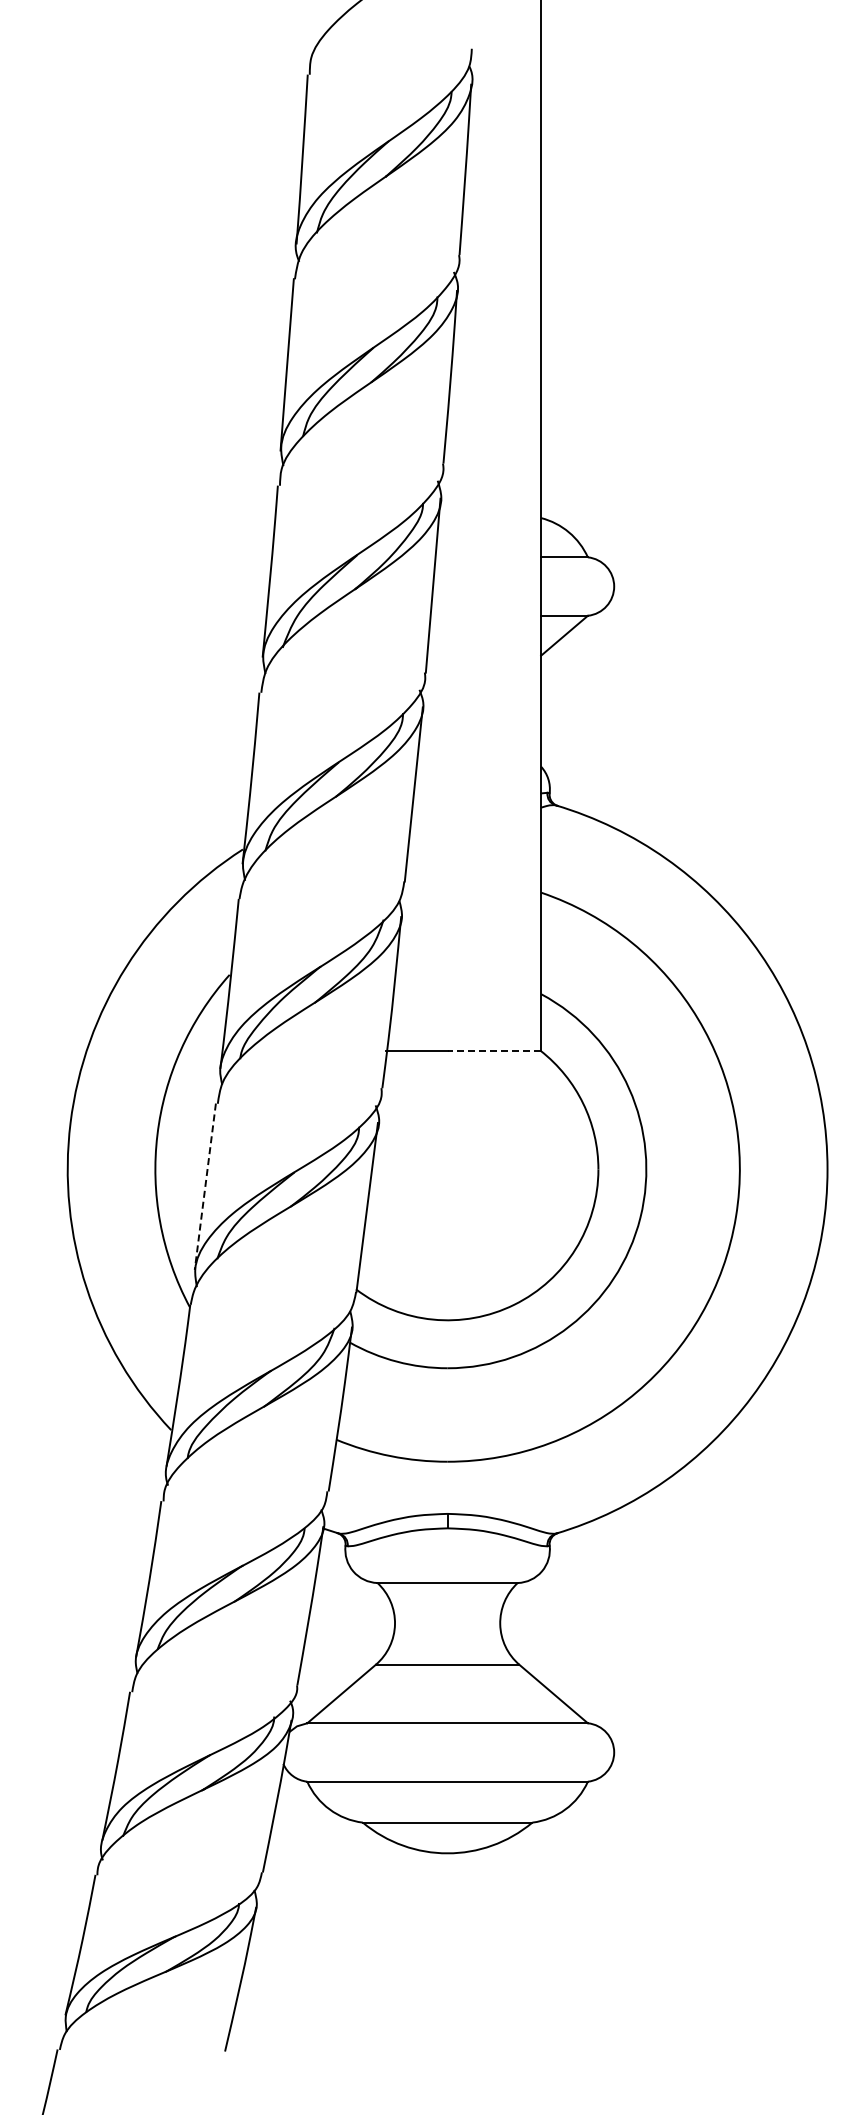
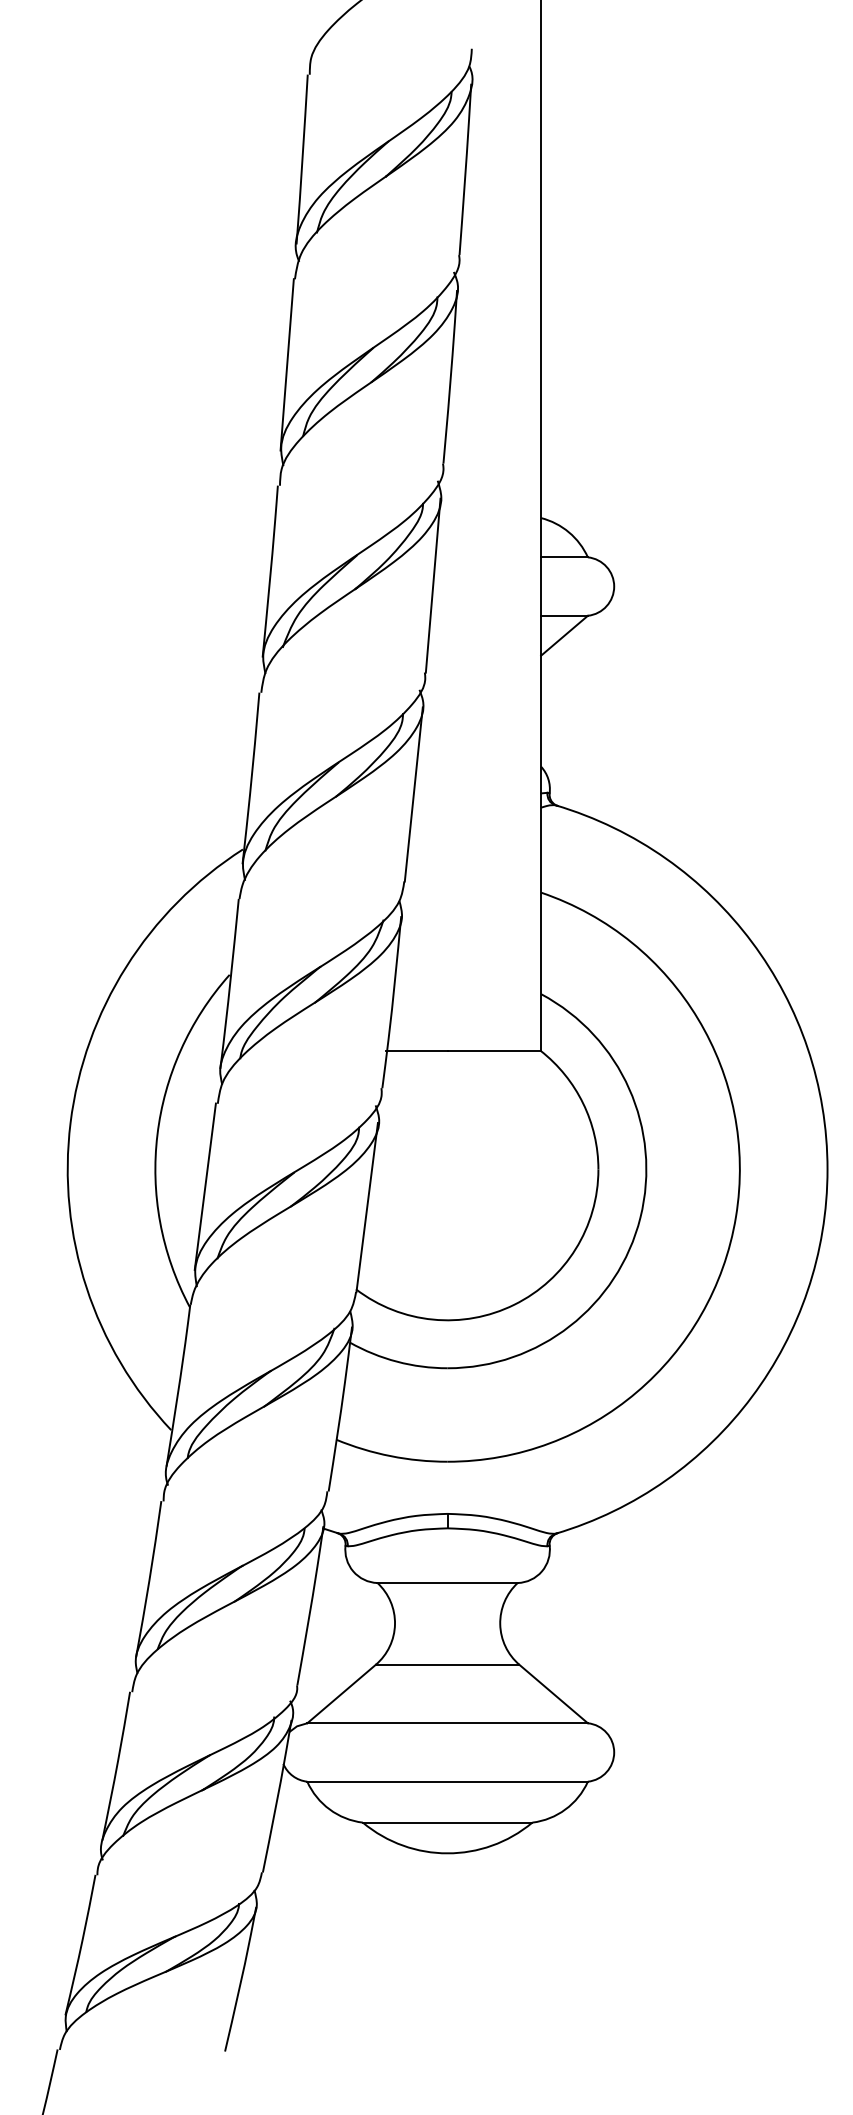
line at (493, 1050): dashed -> solid
line at (205, 1186): dashed -> solid
